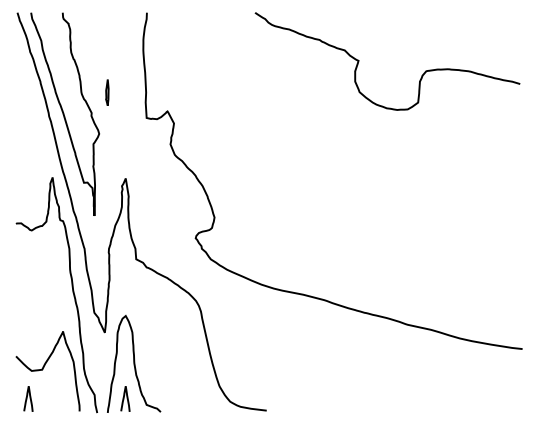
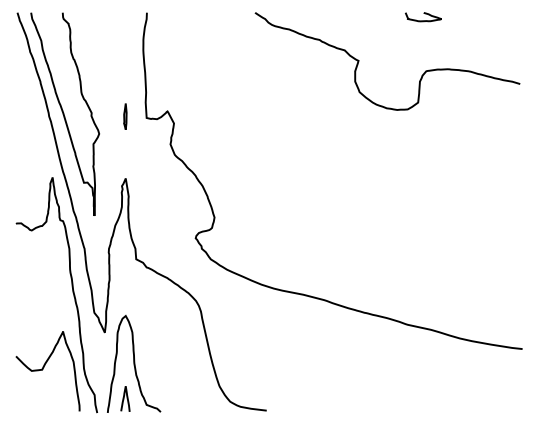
part at (423, 17): none -> present
line at (107, 92) position: (107, 92) -> (125, 116)
curve at (27, 398): present -> none
